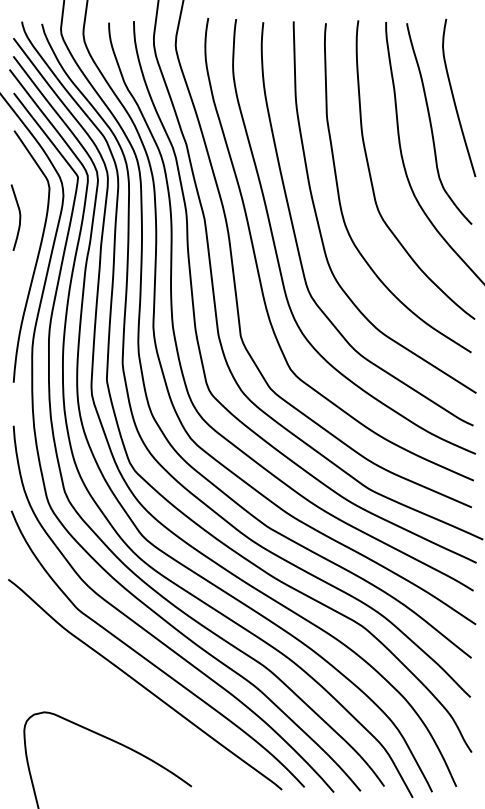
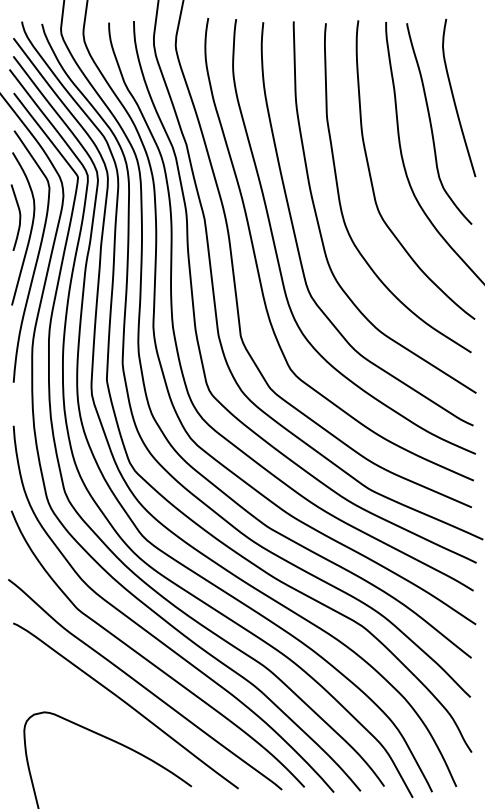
curve at (30, 228): none -> present
curve at (126, 704): none -> present
